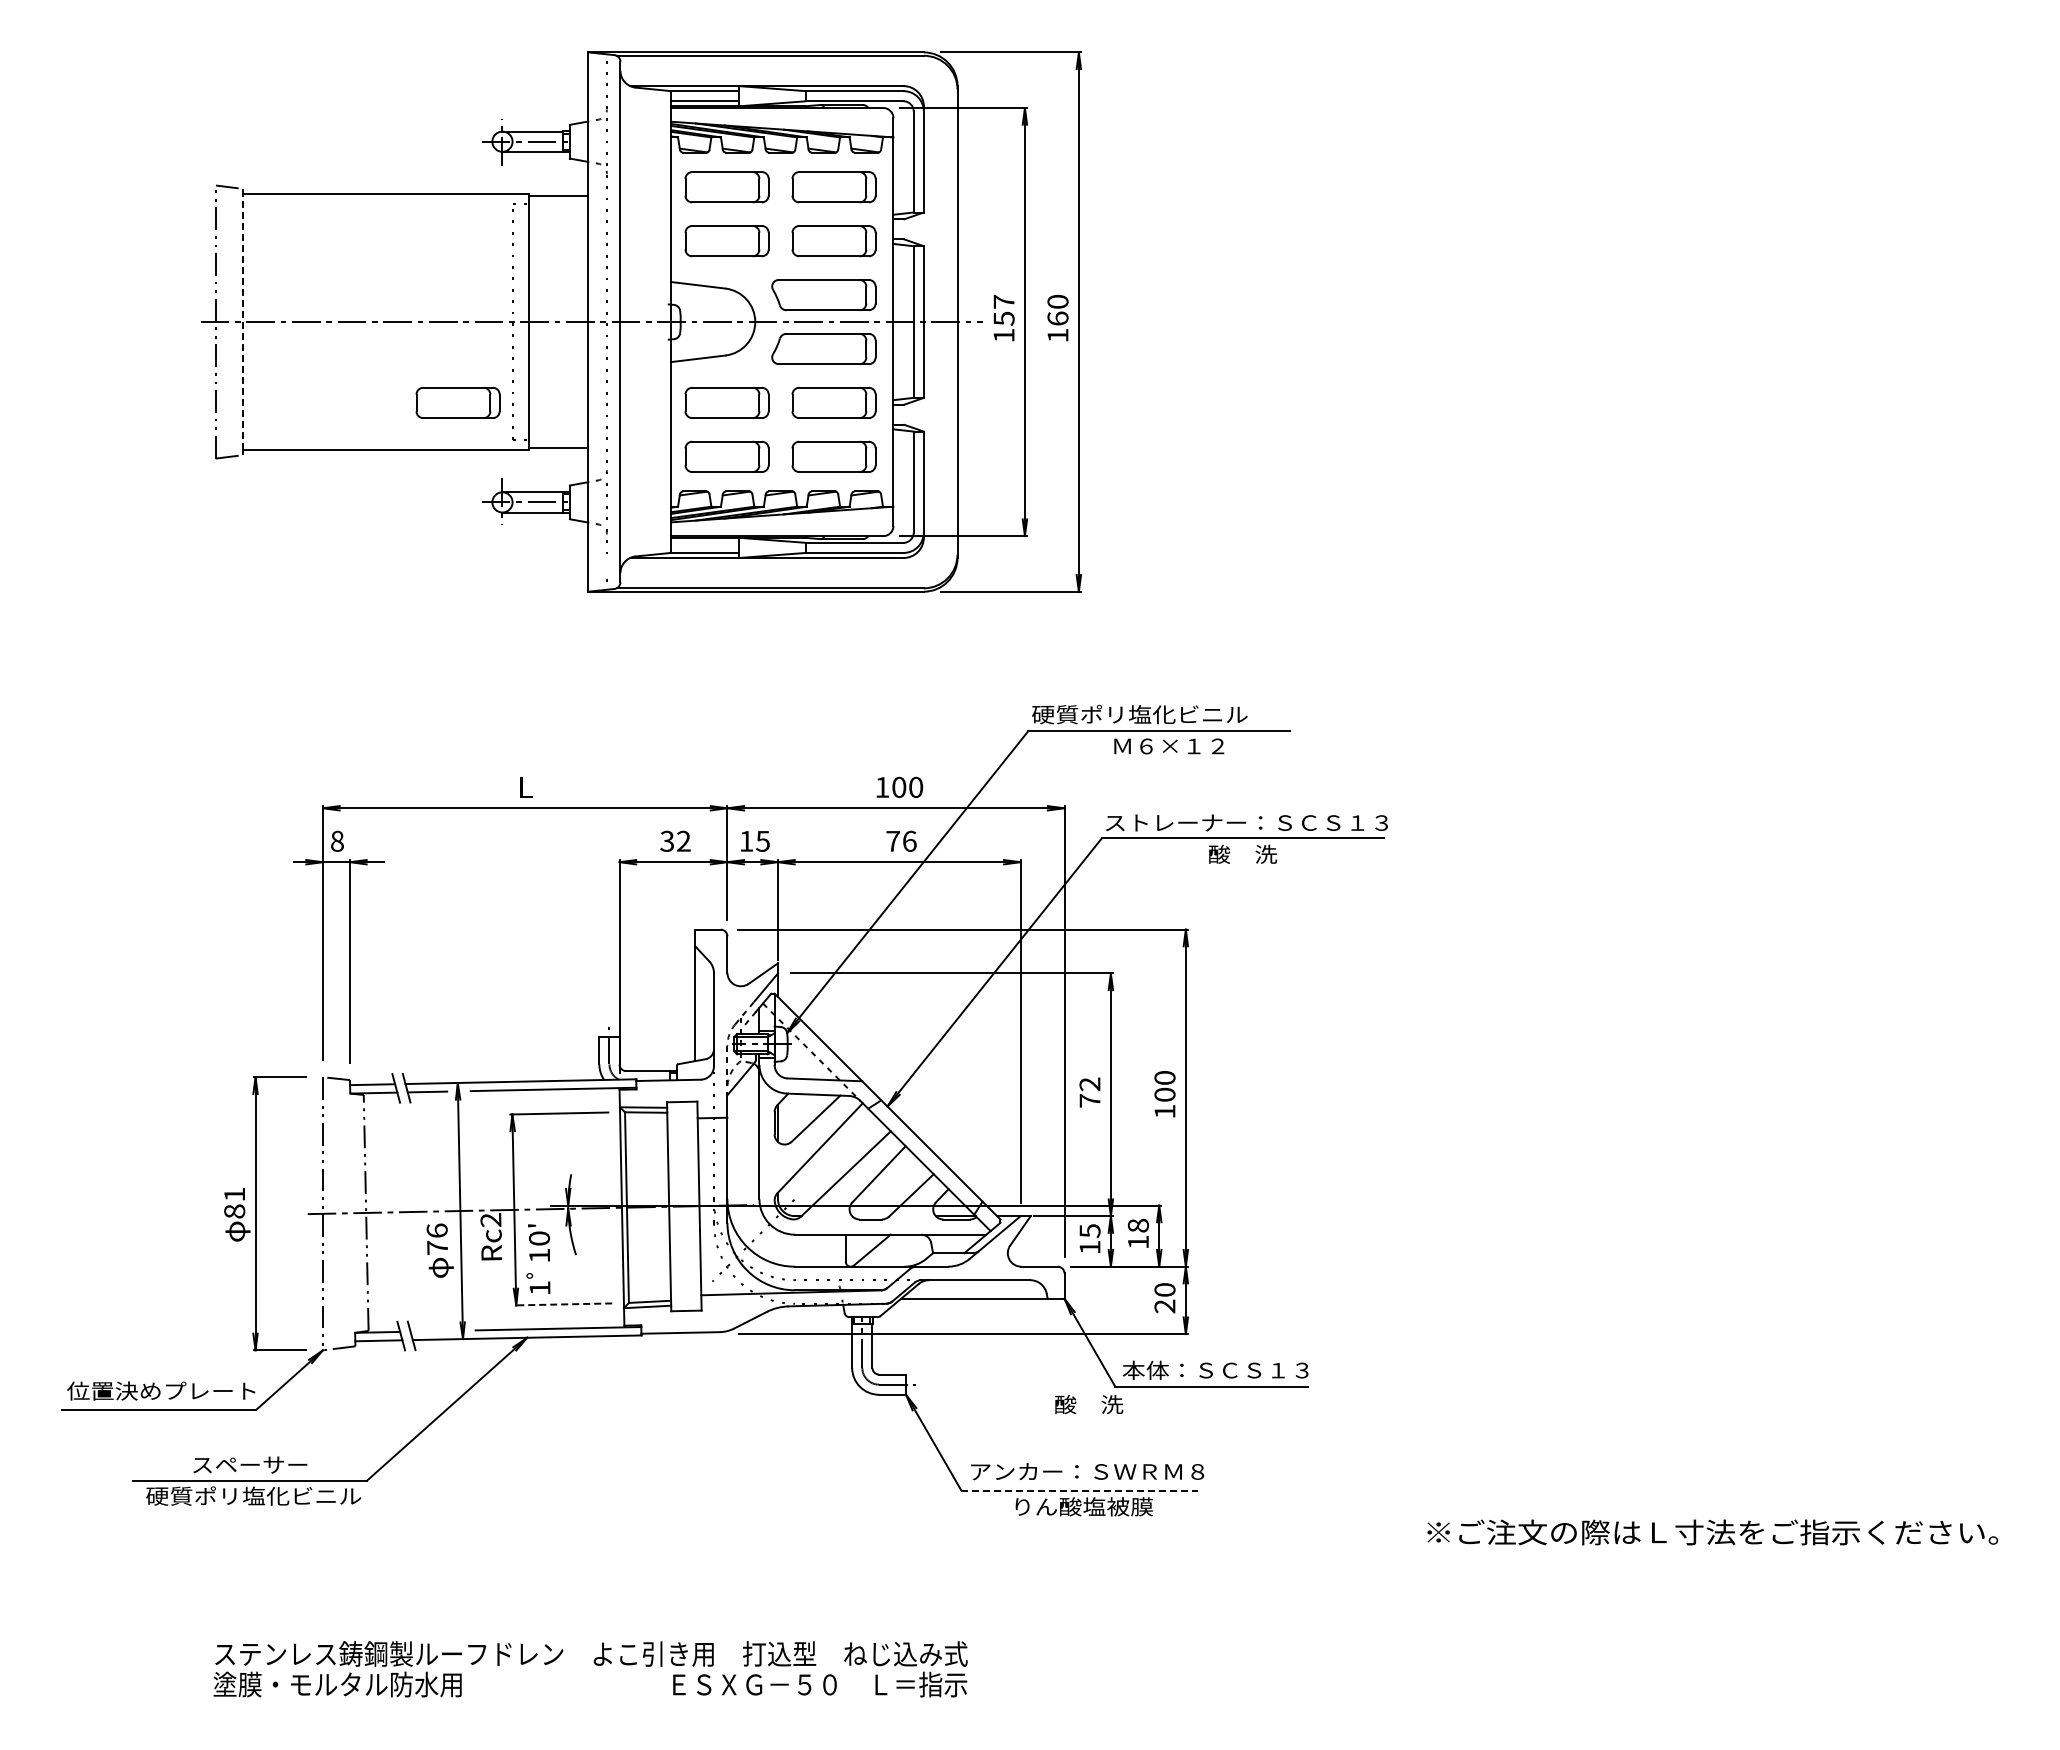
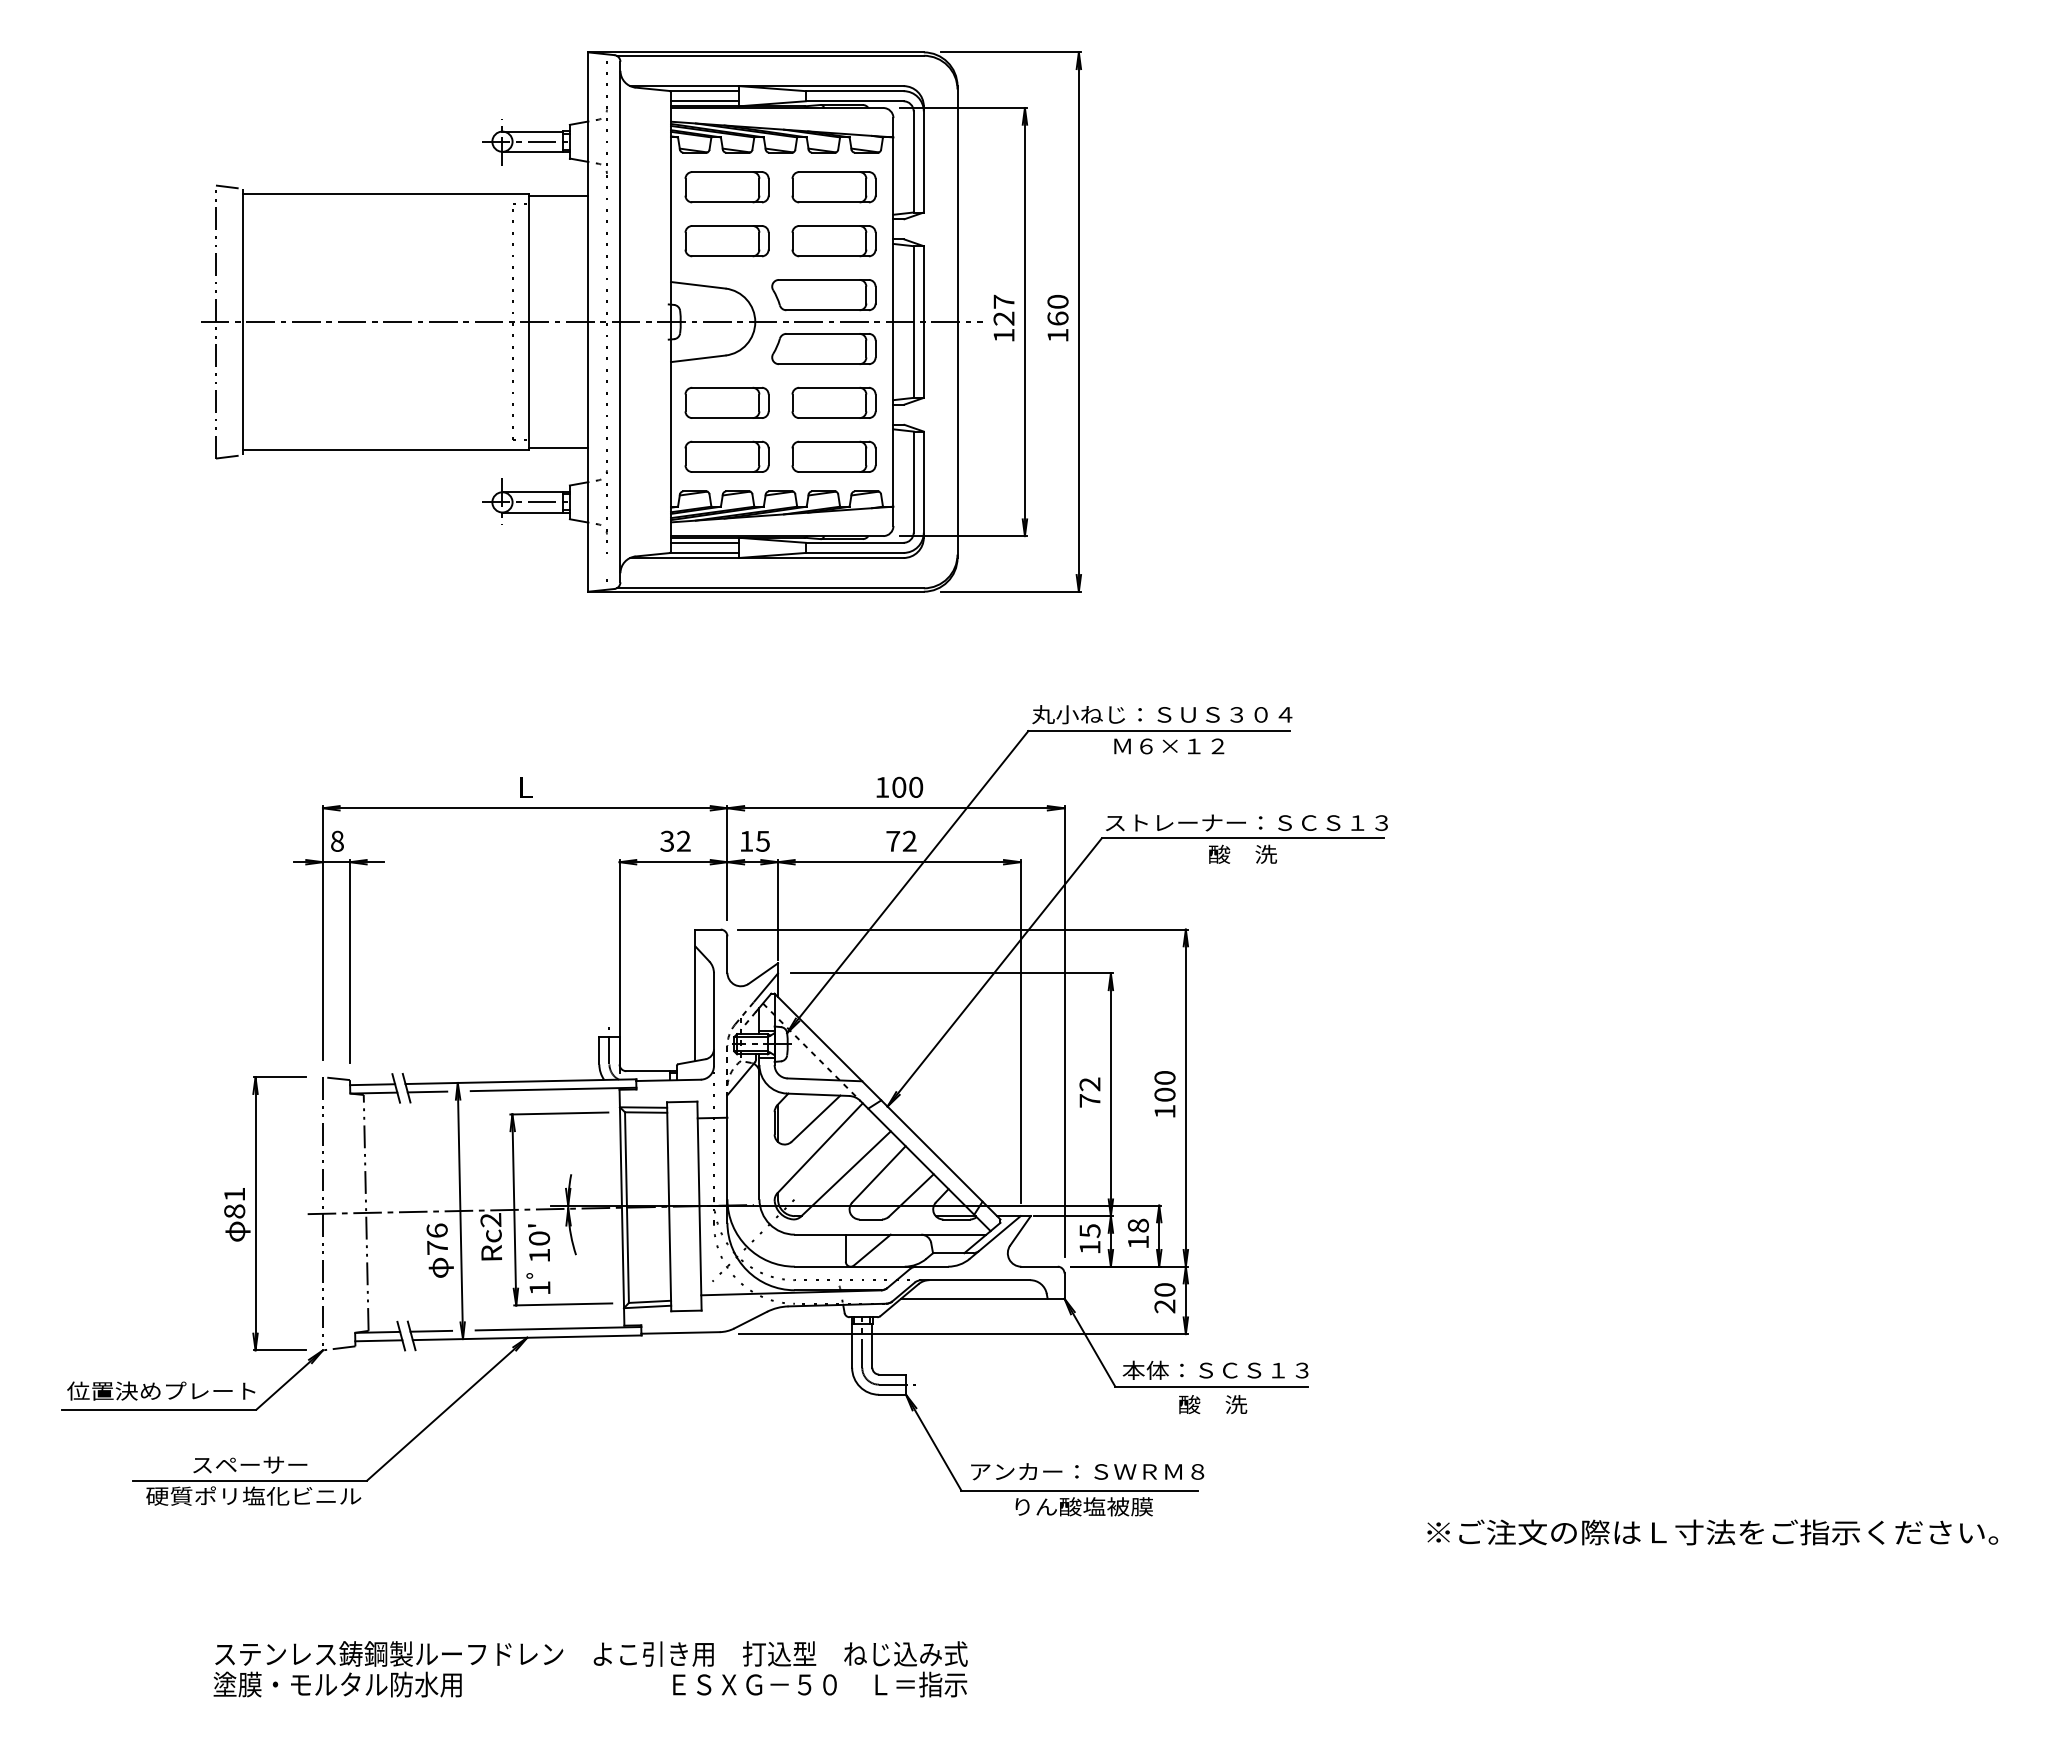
text at (1003, 318): 157 -> 127
line at (242, 321): dashed -> solid
part at (457, 402): present -> none
line at (704, 542): none -> present
text at (1162, 714): 硬質ポリ塩化ビニル -> 丸小ねじ：ＳＵＳ３０４
text at (909, 840): 76 -> 72
line at (562, 1304): dashed -> solid
line at (431, 1330): none -> present
text at (1089, 1404) position: (1089, 1404) -> (1213, 1404)
line at (1080, 1490): dashed -> solid
